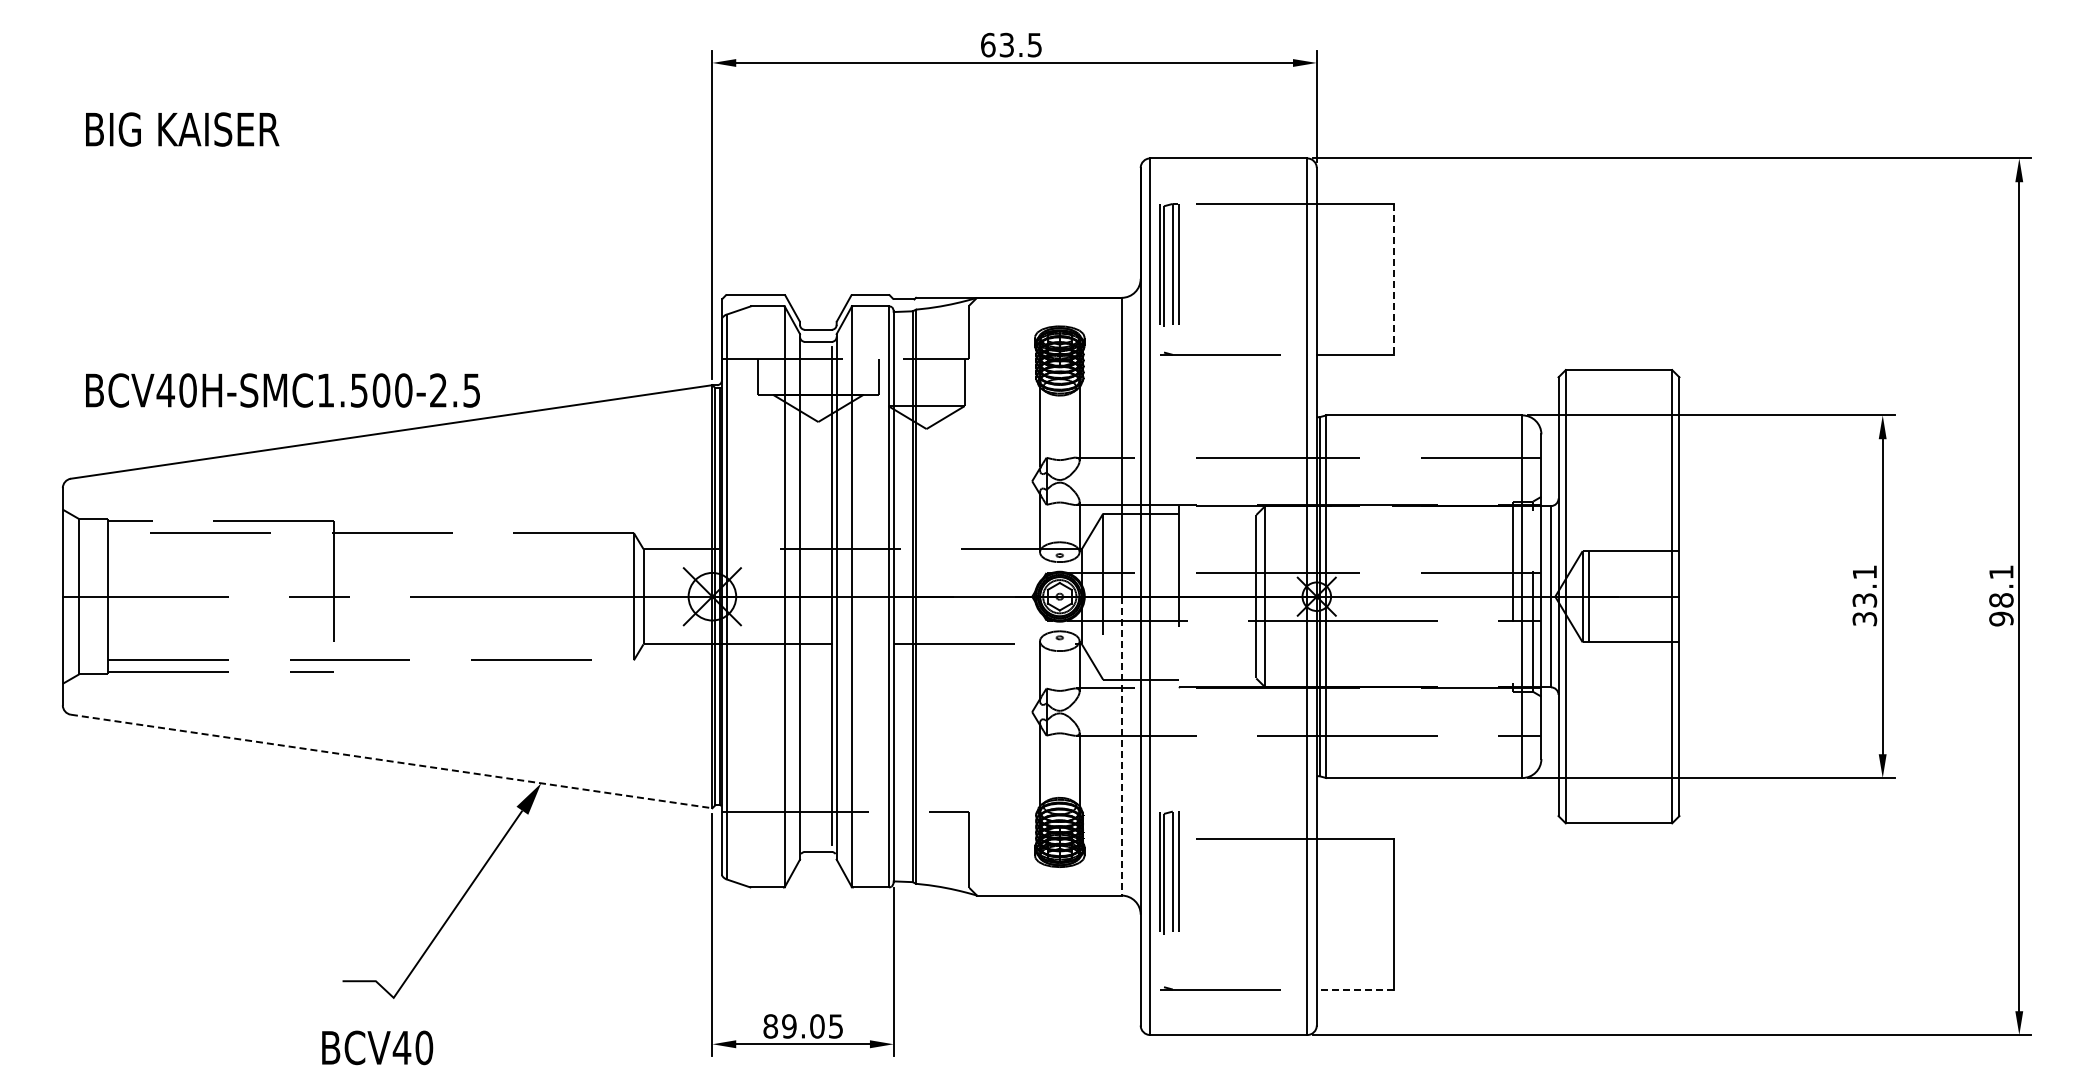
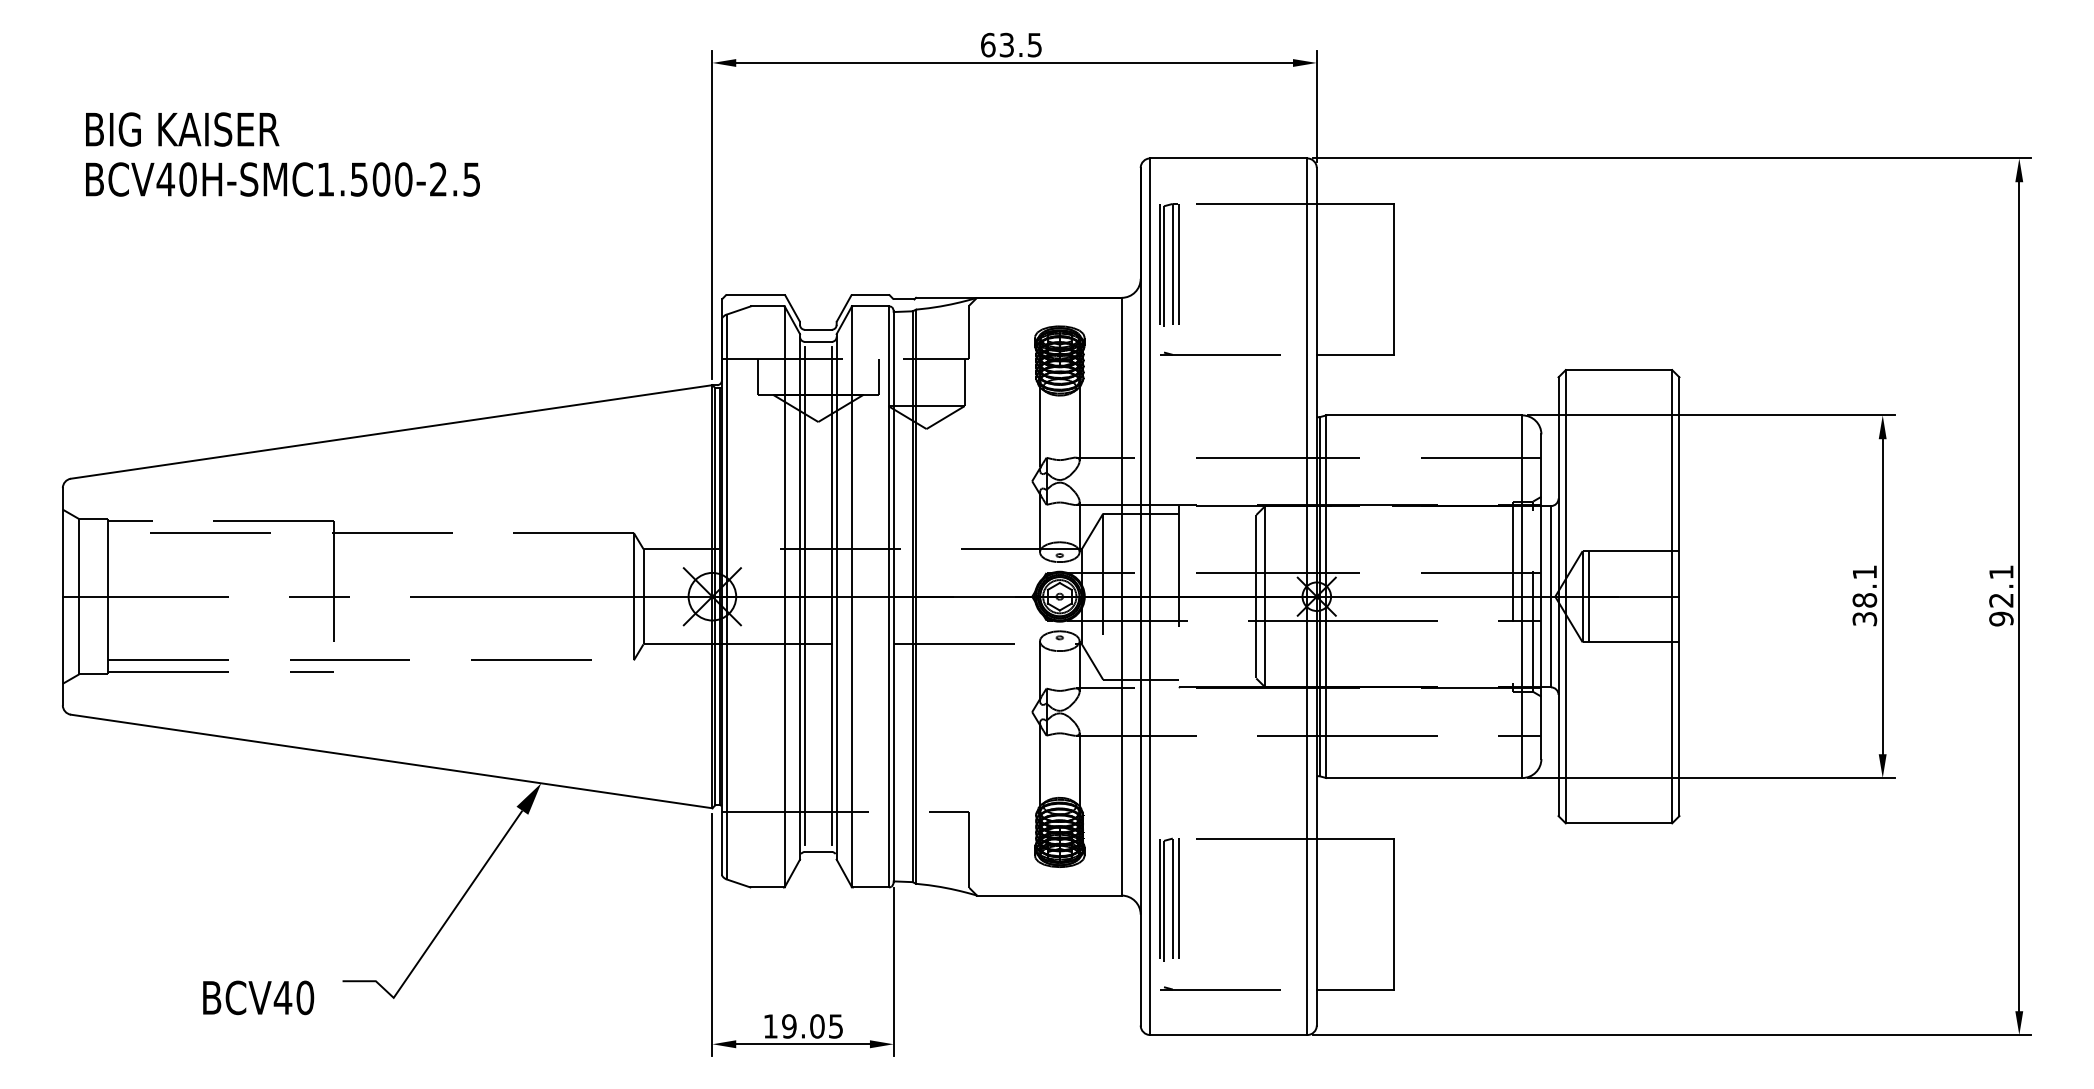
line at (1393, 279): dashed -> solid
text at (282, 390) position: (282, 390) -> (282, 179)
line at (804, 595): none -> present
text at (1864, 600): 33.1 -> 38.1
text at (2001, 600): 98.1 -> 92.1
line at (1121, 746): dashed -> solid
line at (392, 761): dashed -> solid
part at (1169, 872) position: (1169, 872) -> (1169, 899)
line at (1354, 989): dashed -> solid
text at (770, 1026): 89.05 -> 19.05
text at (377, 1047) position: (377, 1047) -> (258, 997)
